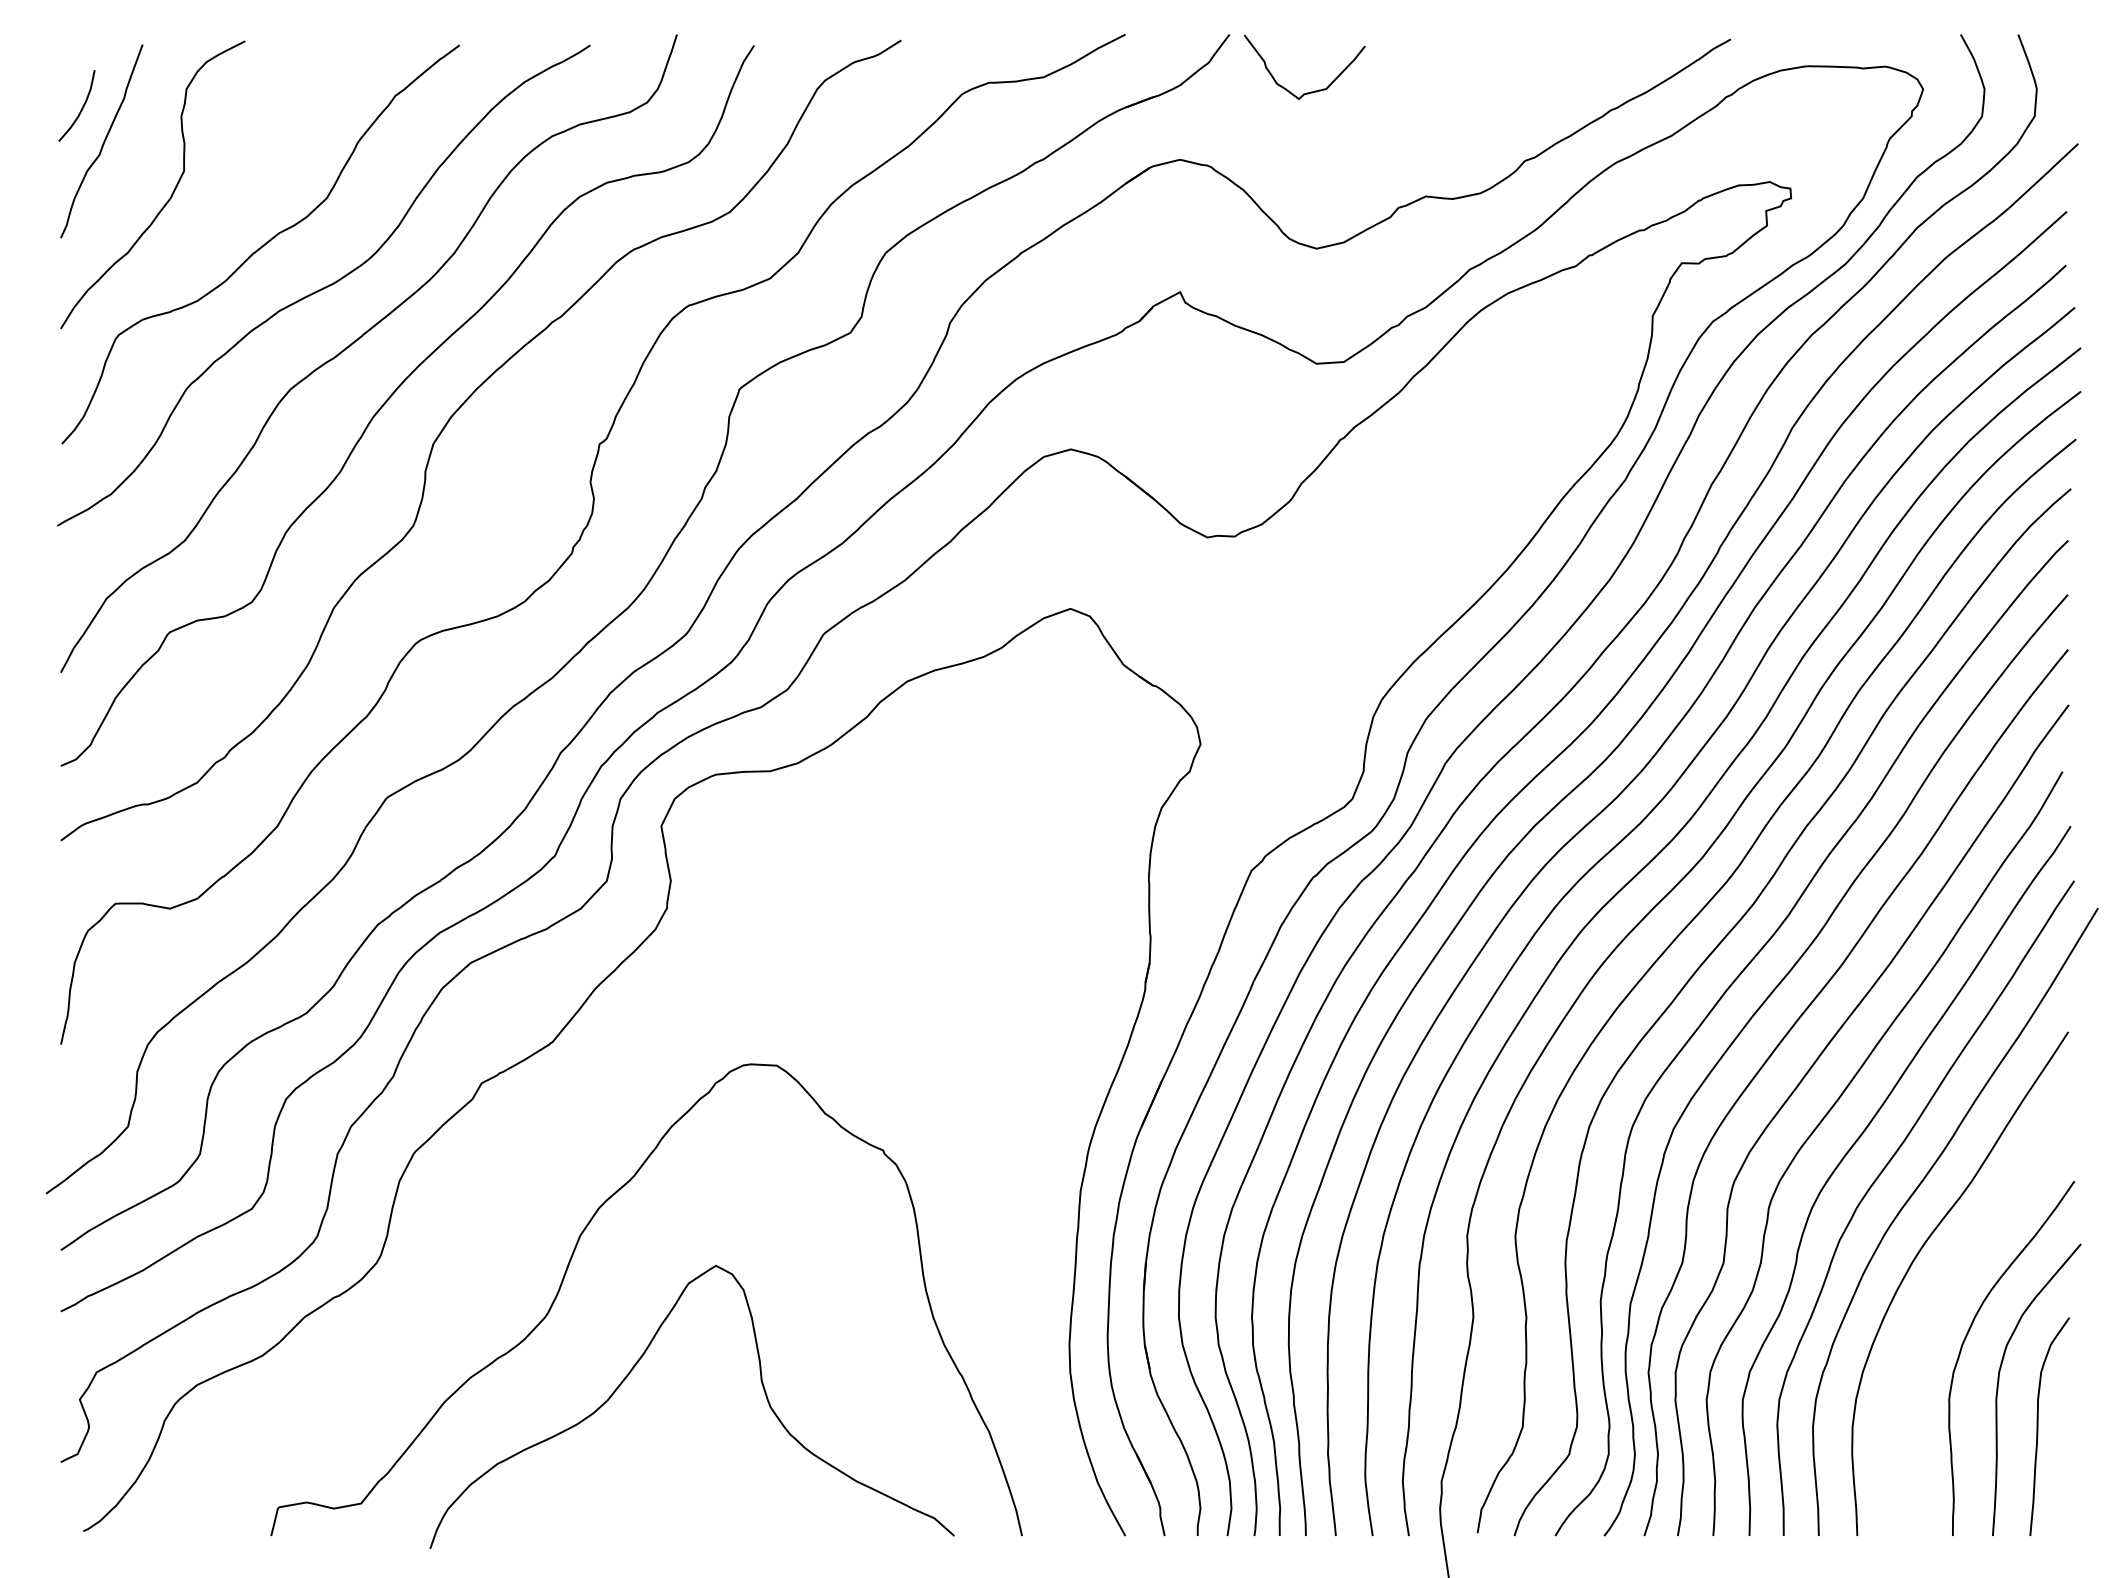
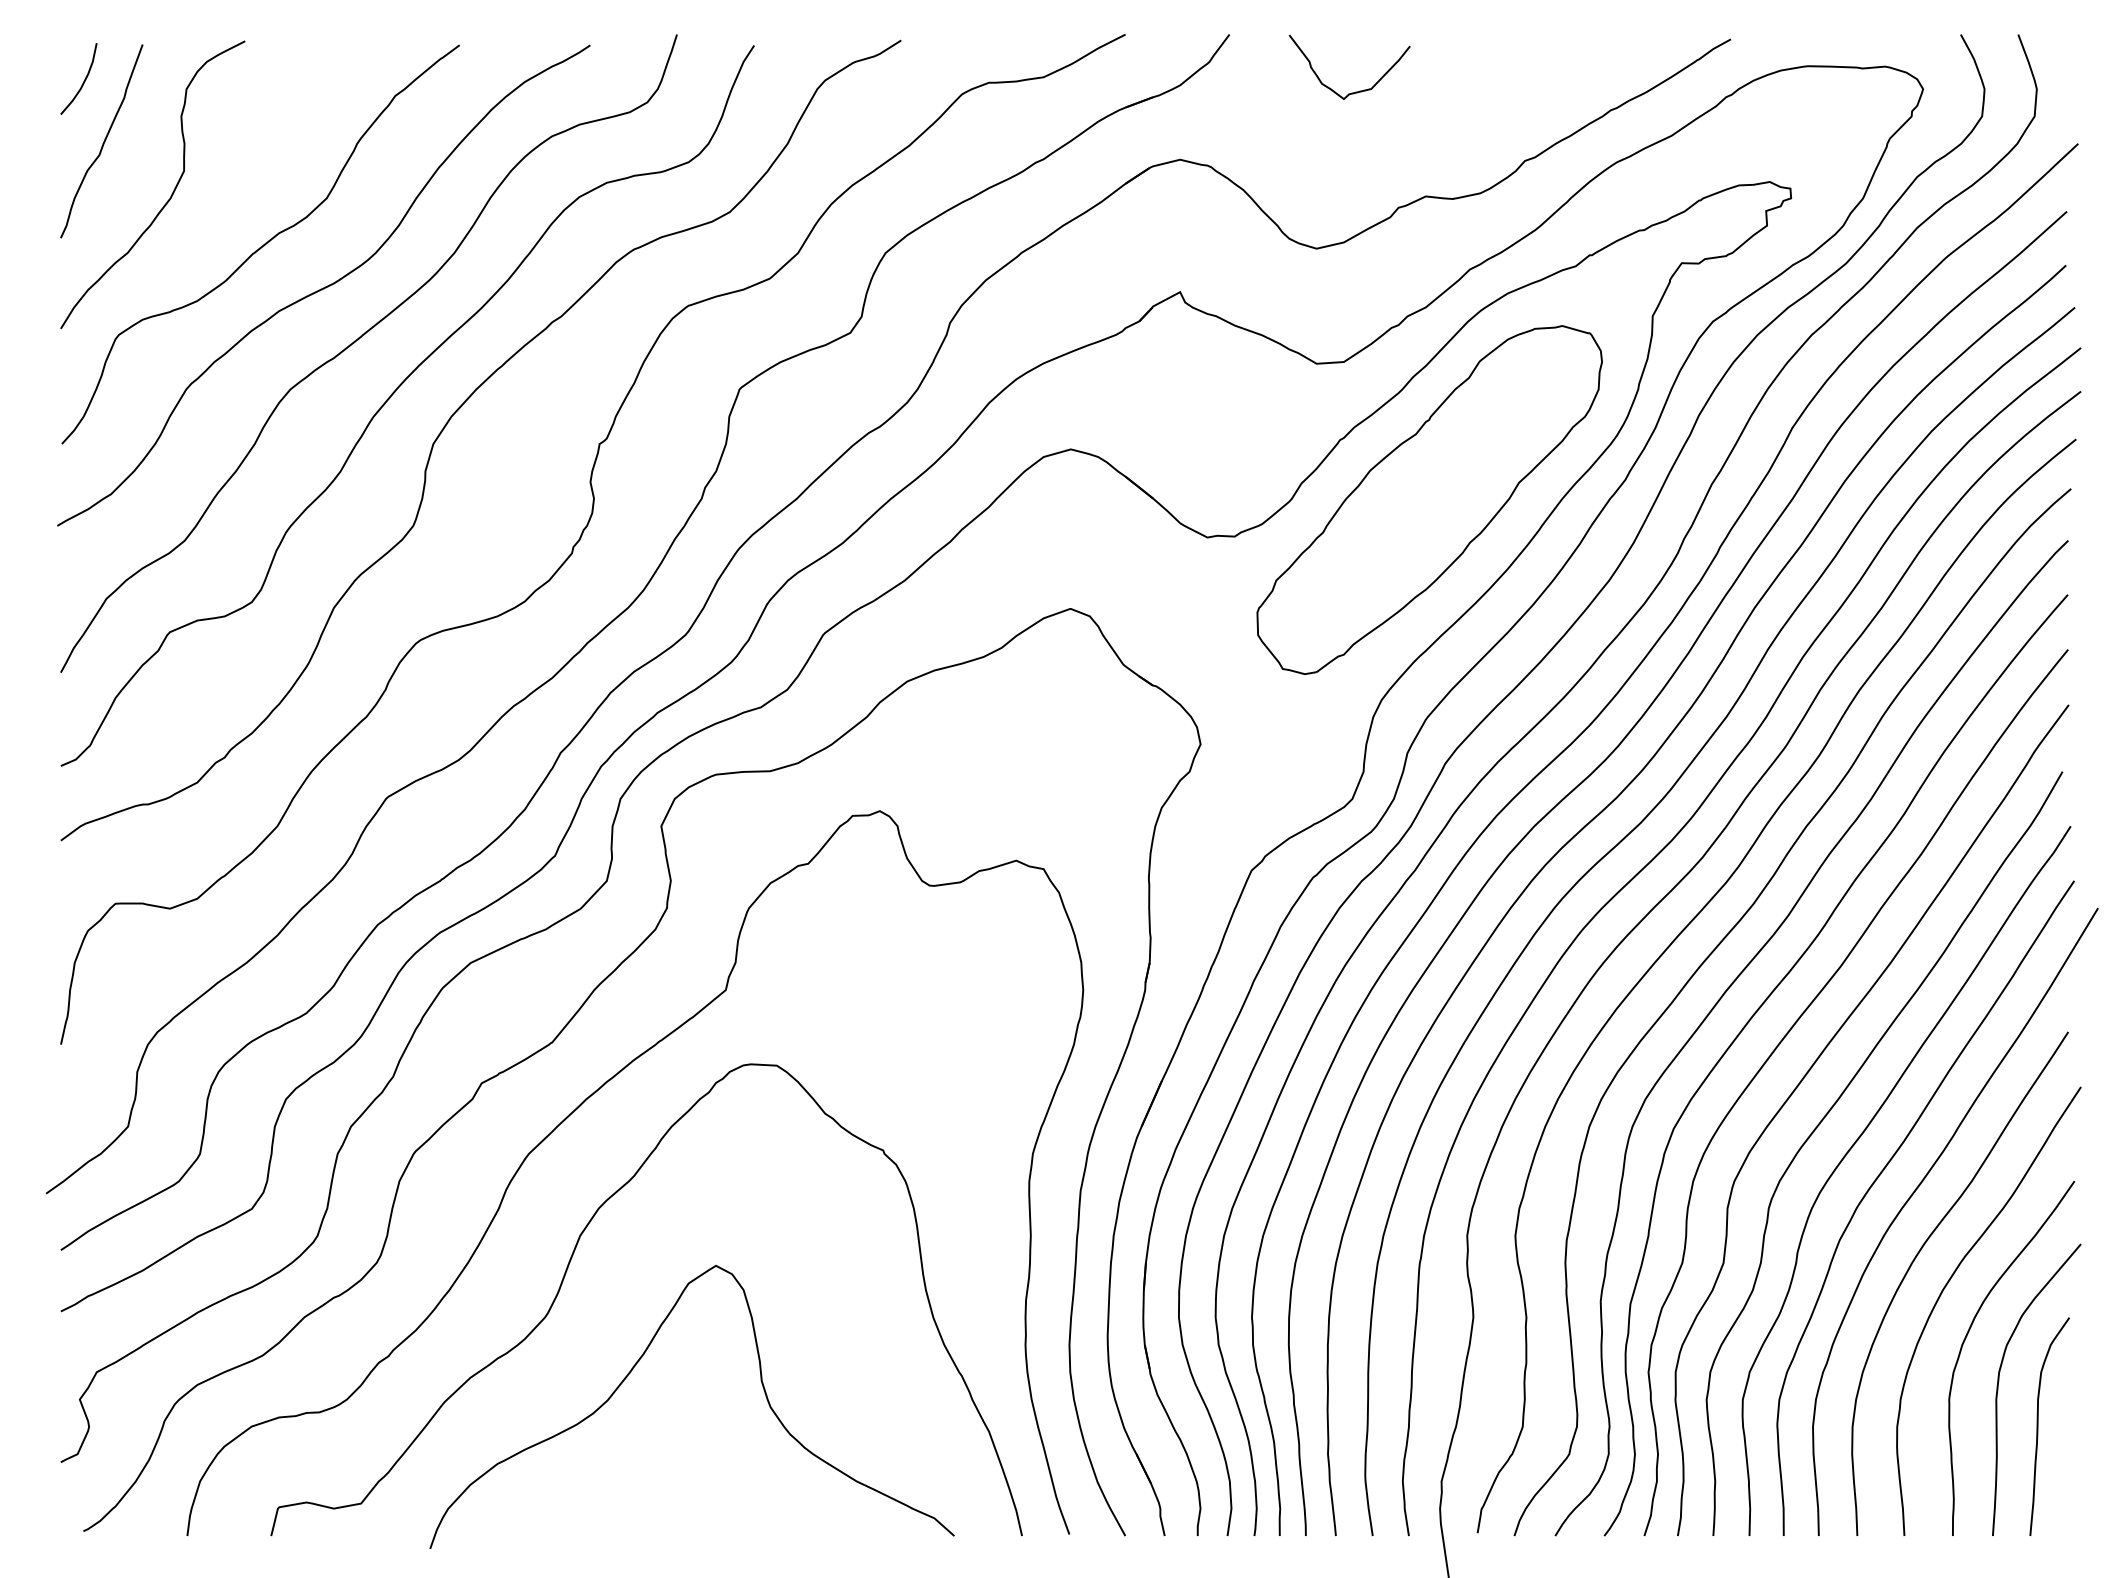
curve at (1310, 91) position: (1310, 91) -> (1355, 91)
curve at (81, 108) position: (81, 108) -> (83, 81)
part at (1429, 499): none -> present
curve at (575, 1111): none -> present
curve at (1947, 1285): none -> present
